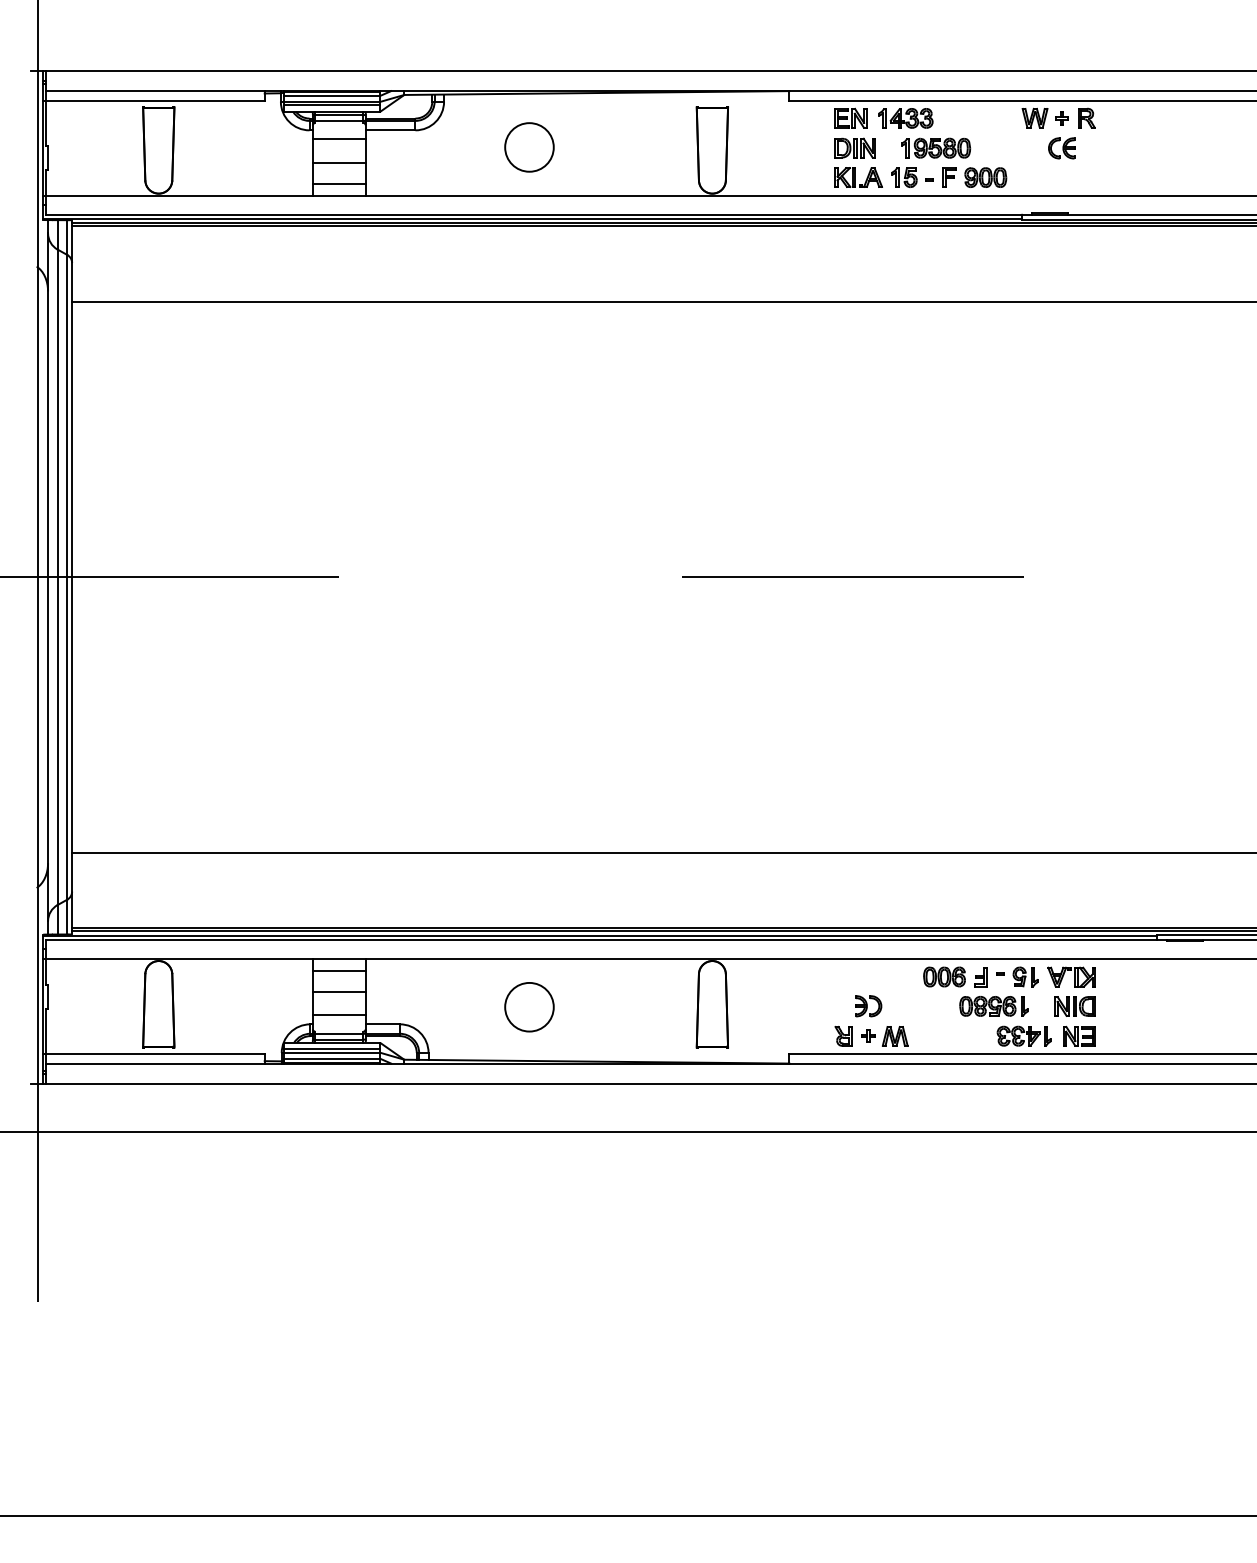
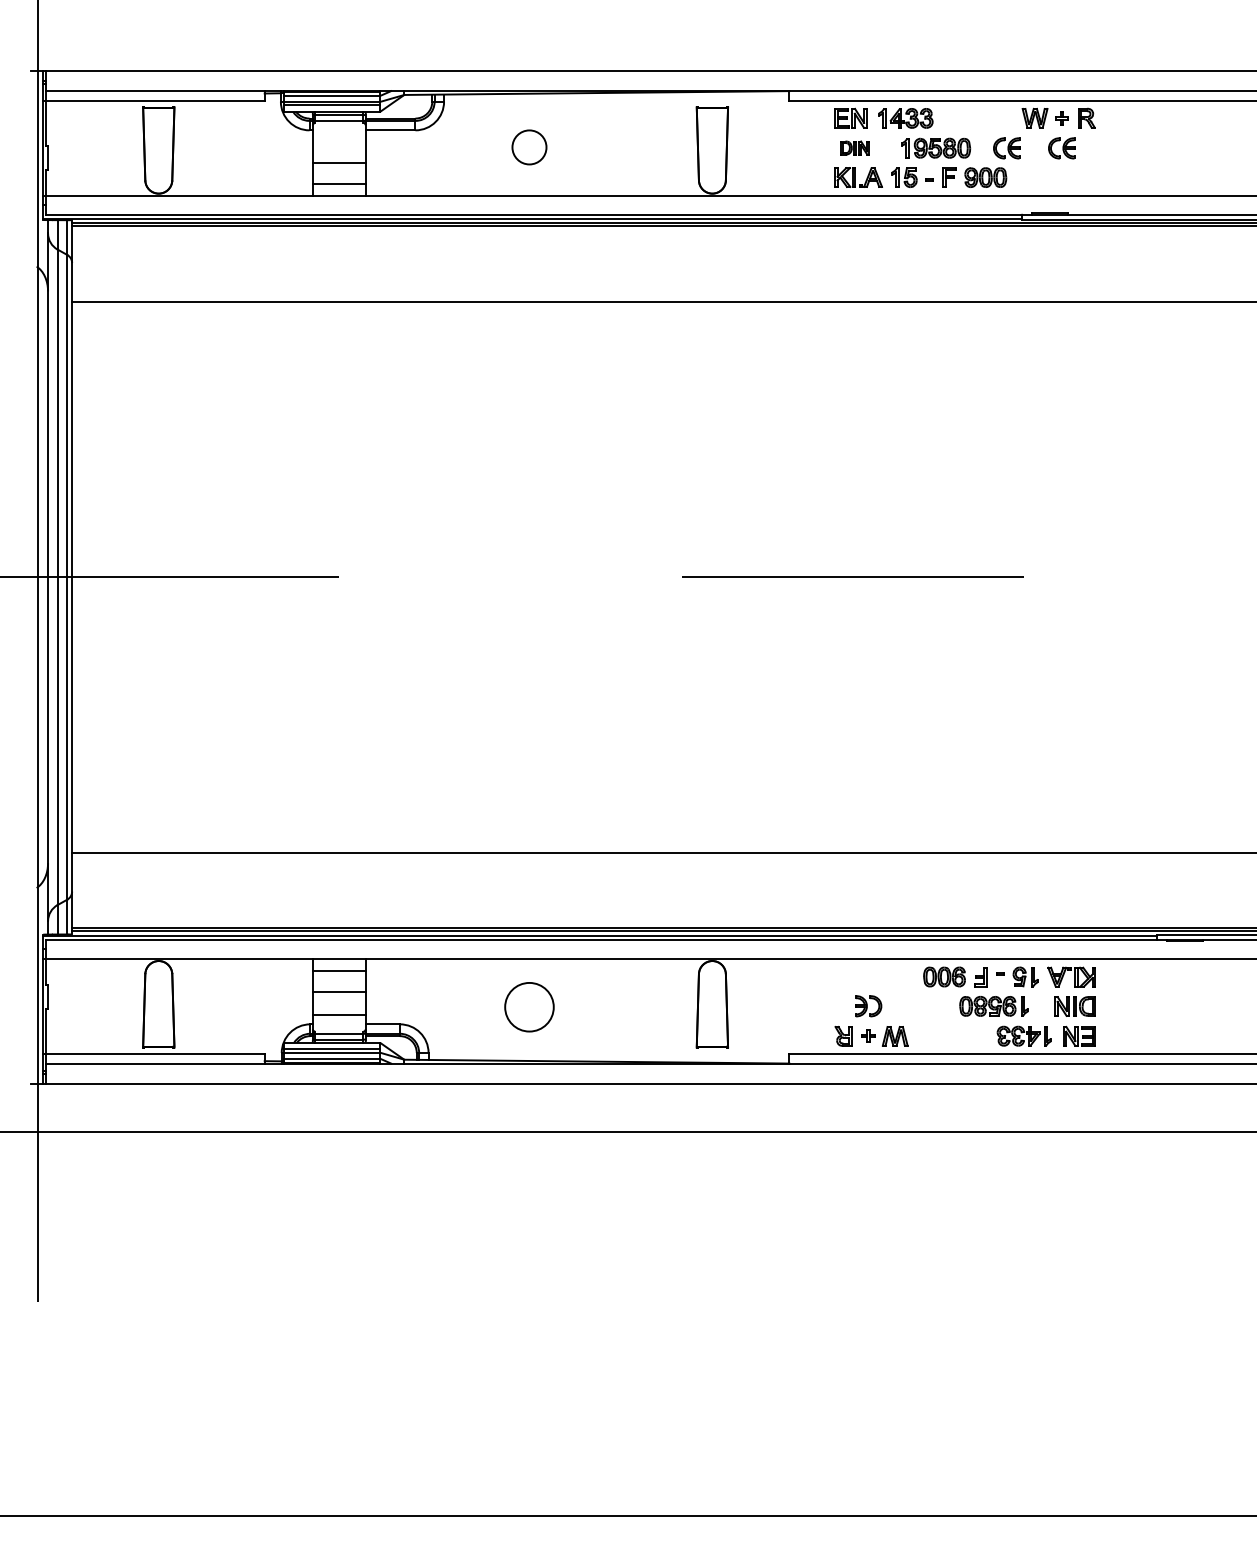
line at (338, 139): present -> none
circle at (529, 147) diameter: 49 px -> 34 px
part at (854, 147) size: 42x22 px -> 30x16 px
part at (1006, 148): none -> present
